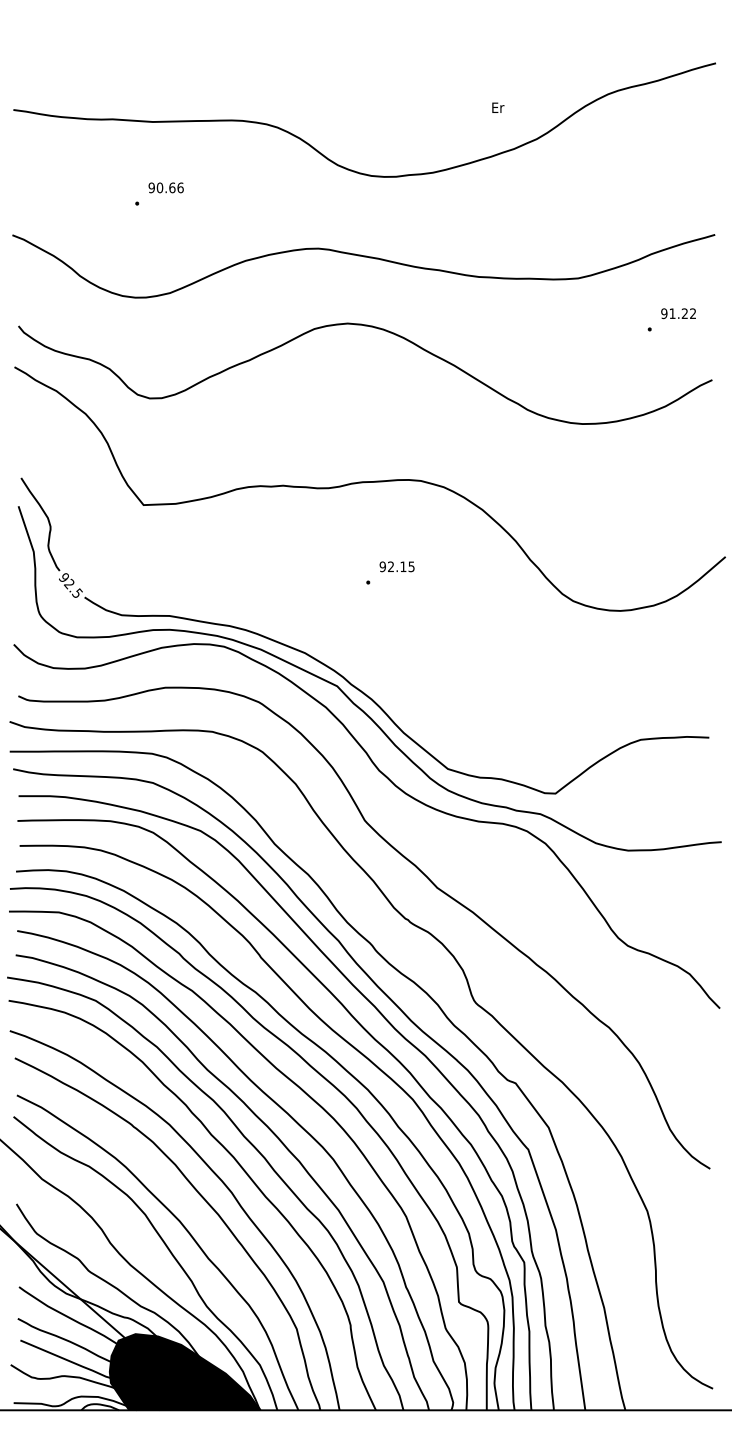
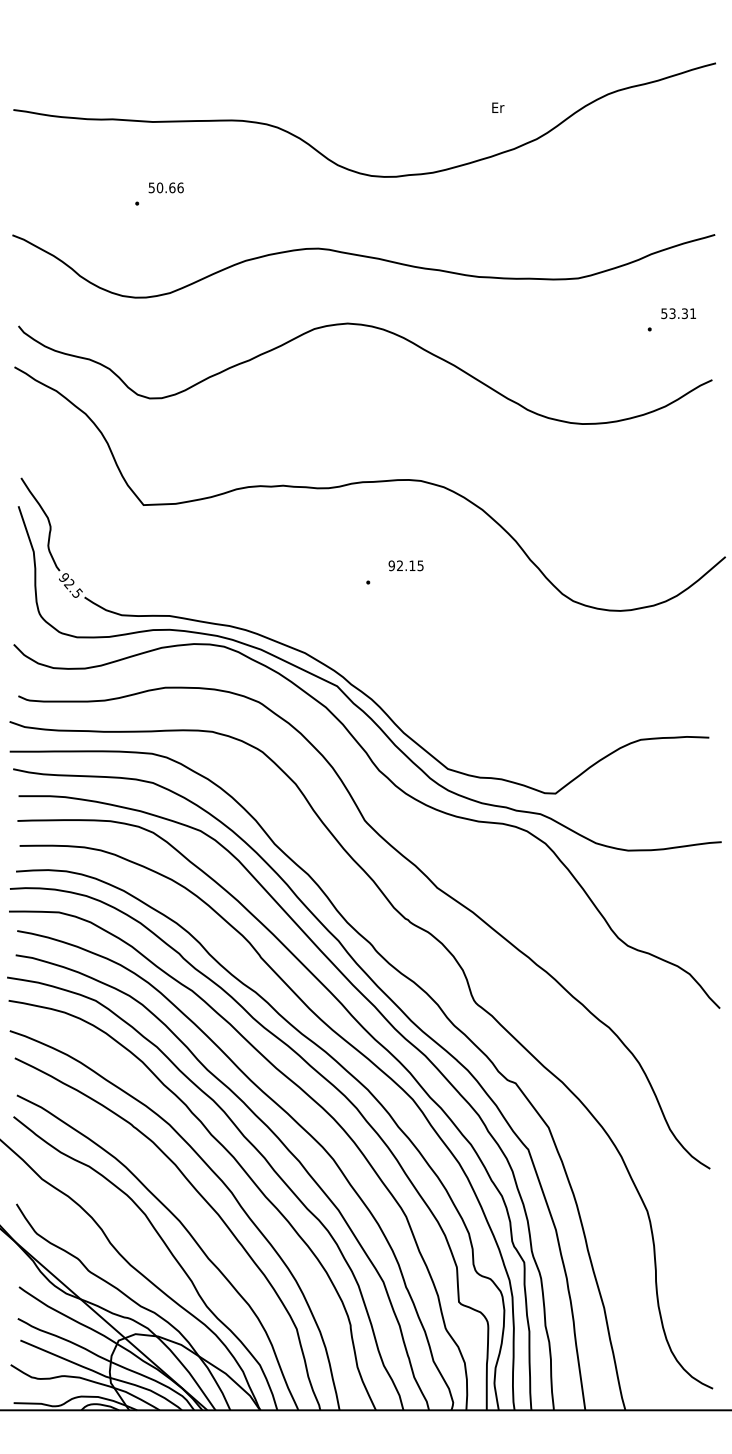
text at (151, 187): 90.66 -> 50.66
text at (678, 313): 91.22 -> 53.31
text at (396, 566) position: (396, 566) -> (405, 565)
fill at (184, 1372): present -> none
